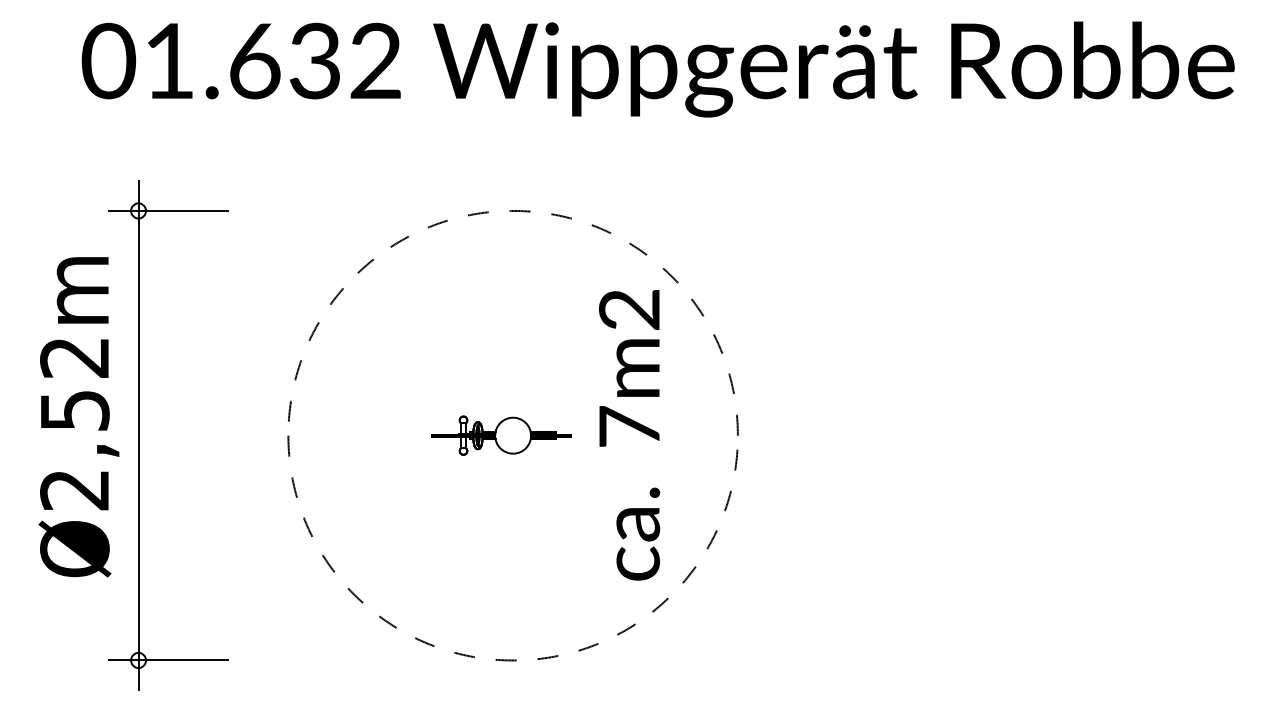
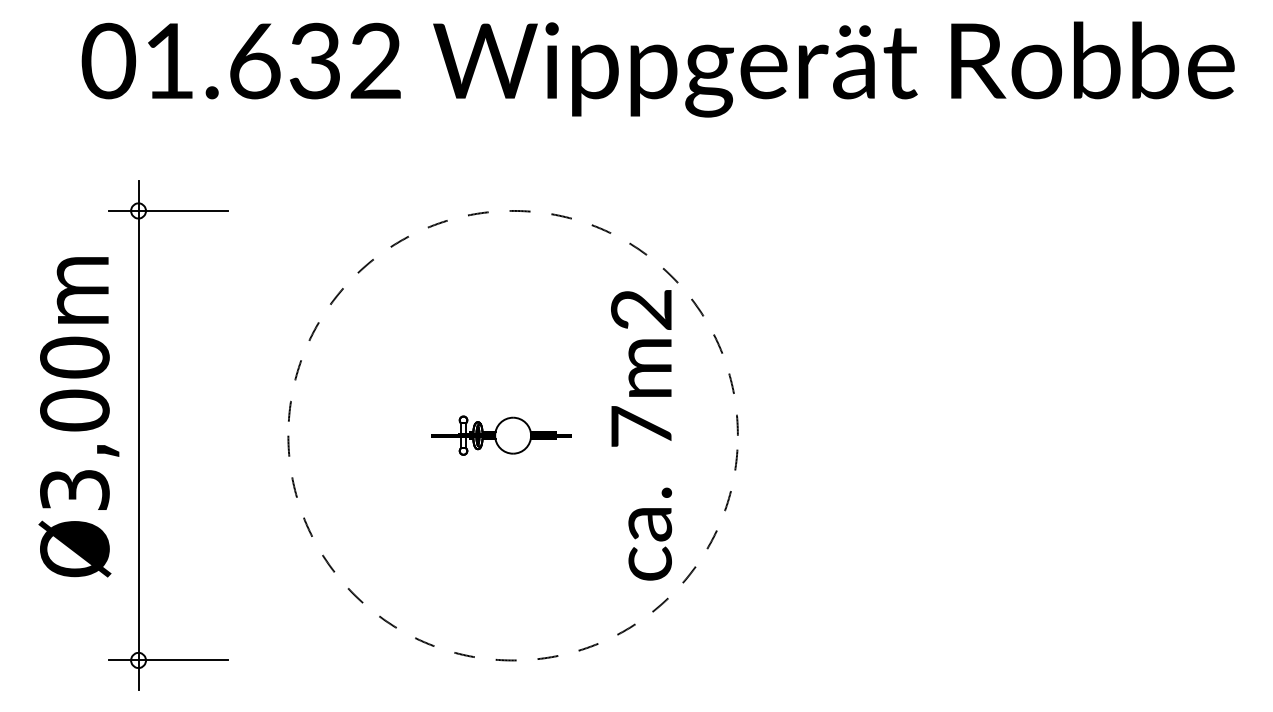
text at (74, 423): Ø2,52m -> Ø3,00m
text at (629, 435) position: (629, 435) -> (641, 435)
